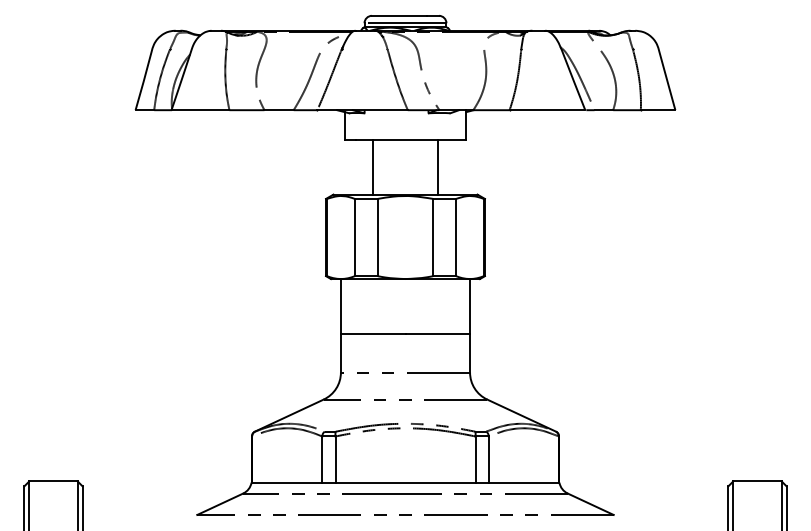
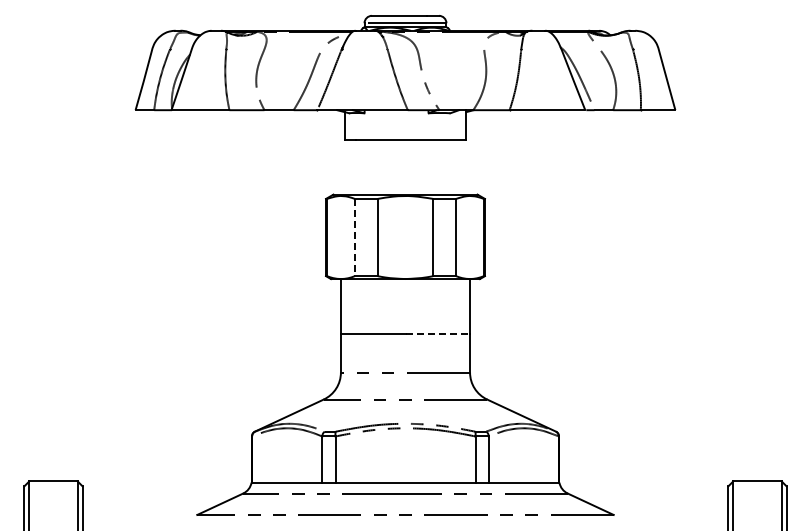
line at (373, 166): present -> none
line at (437, 166): present -> none
line at (354, 237): solid -> dashed
line at (438, 333): solid -> dashed
